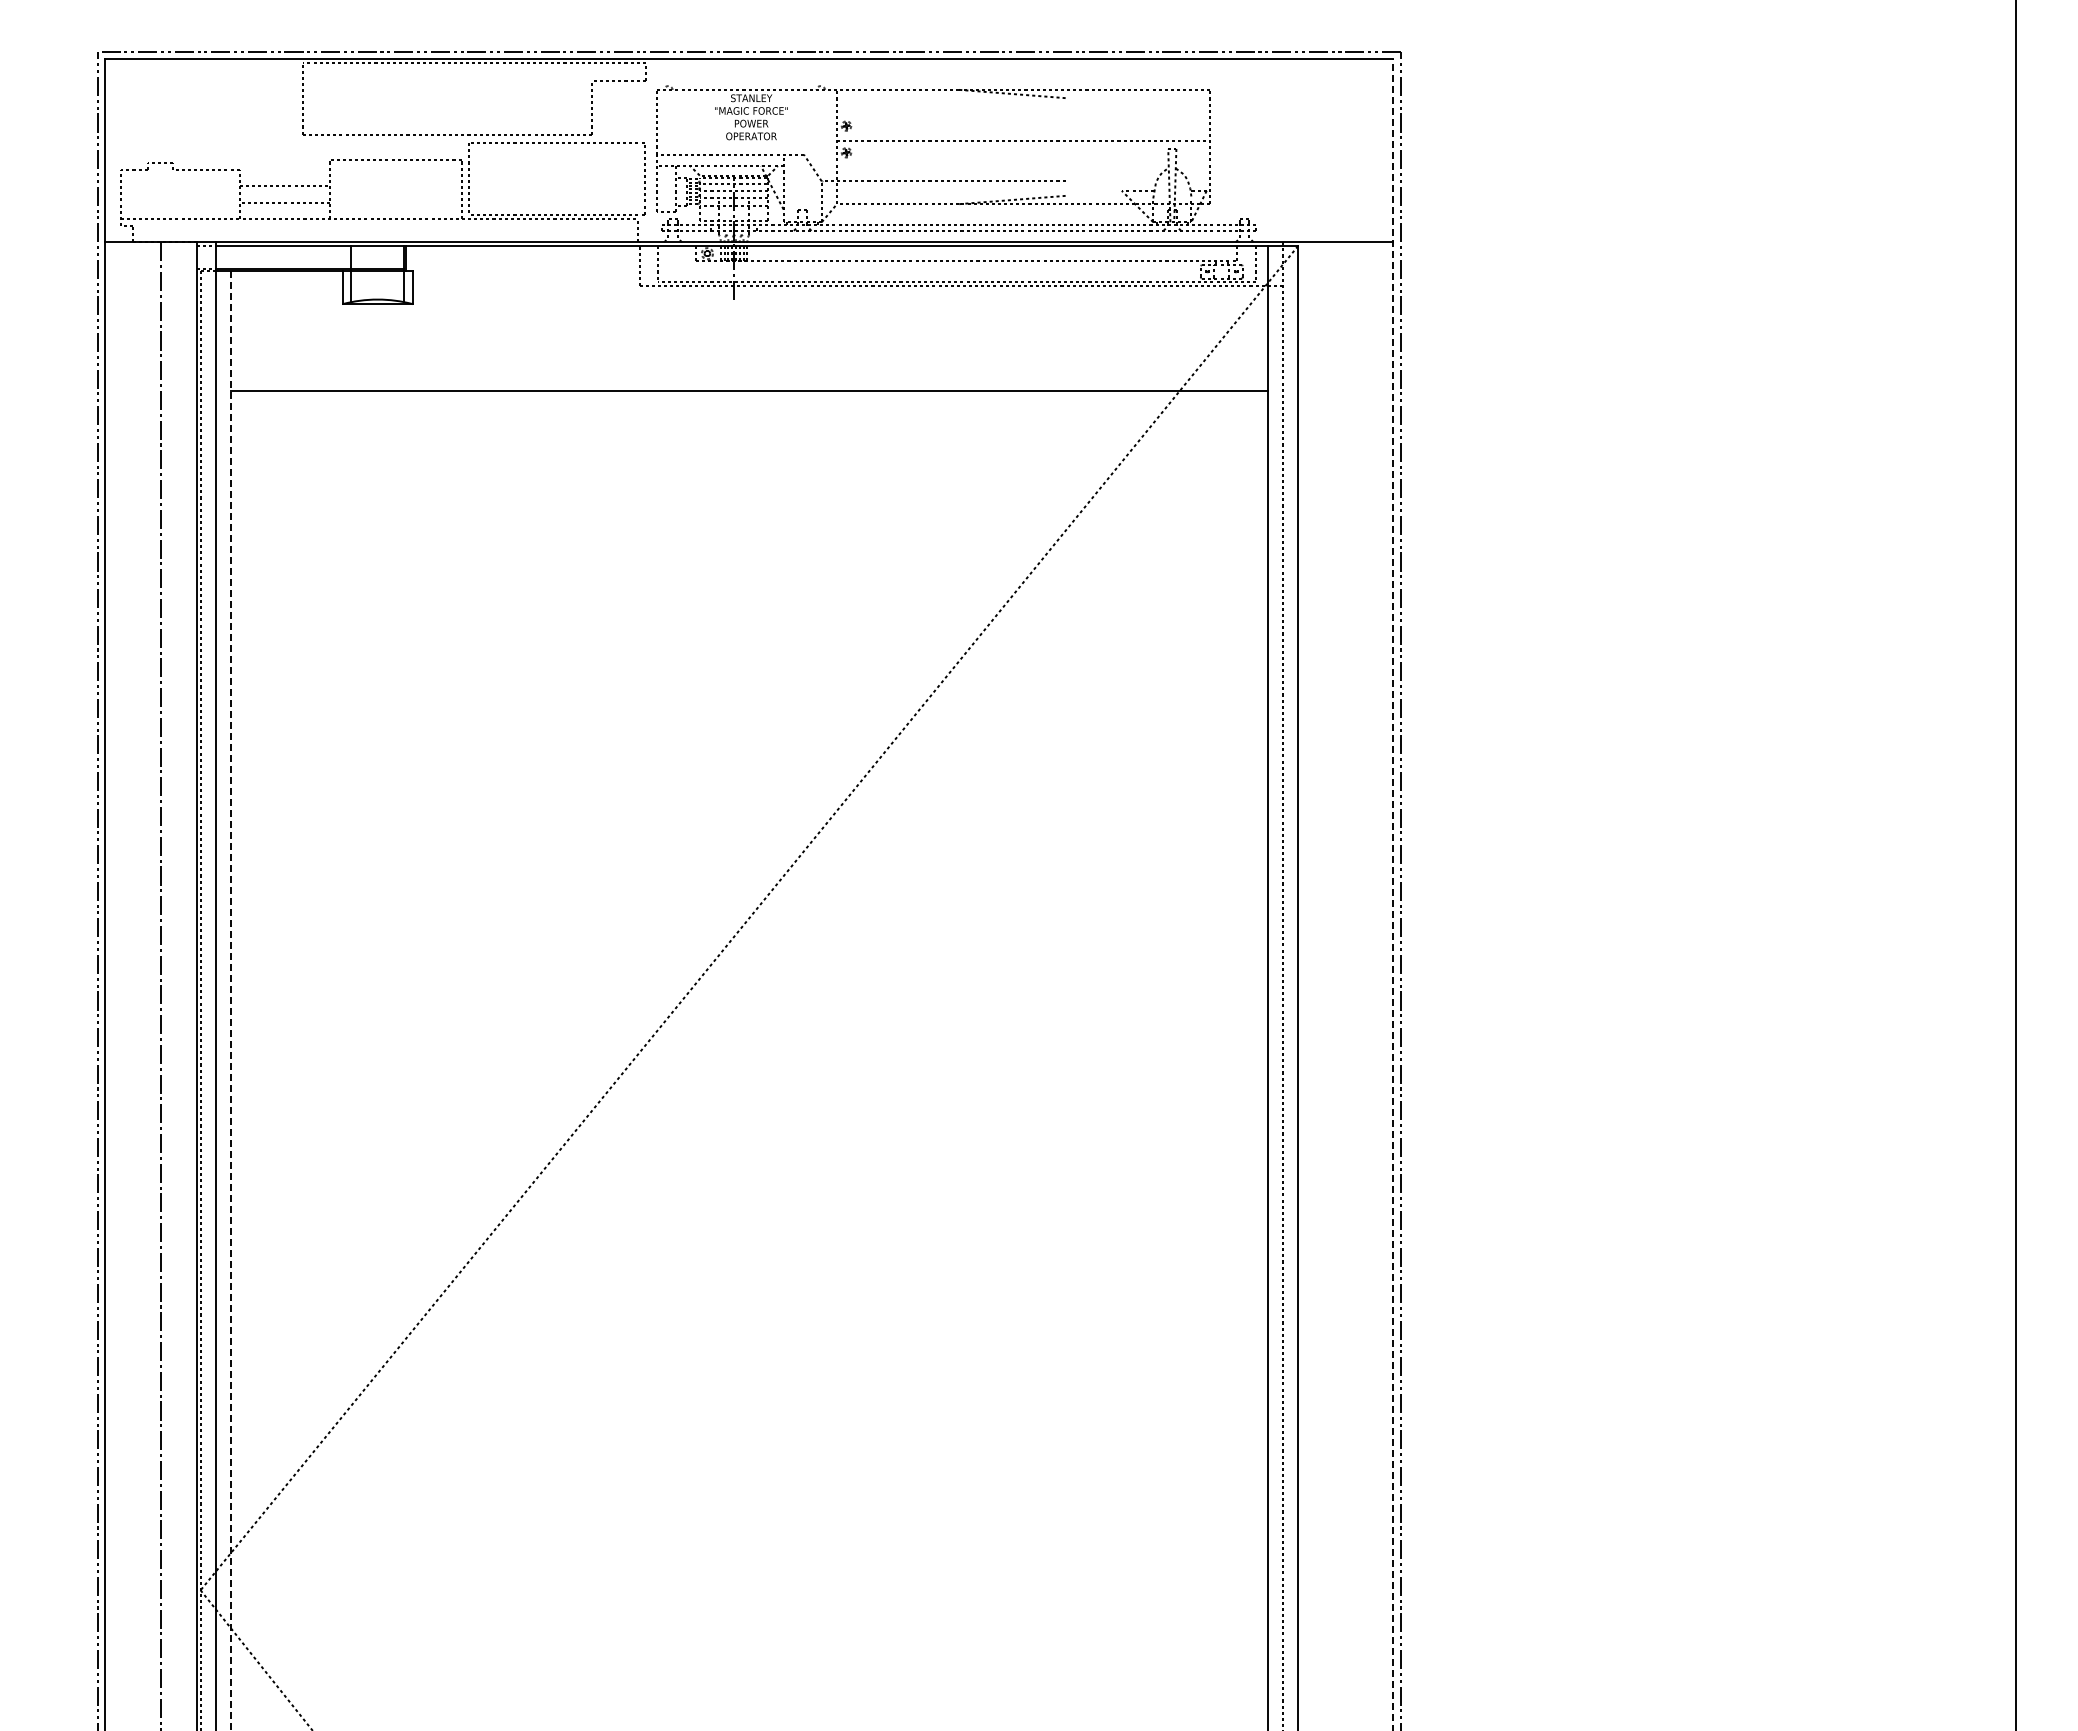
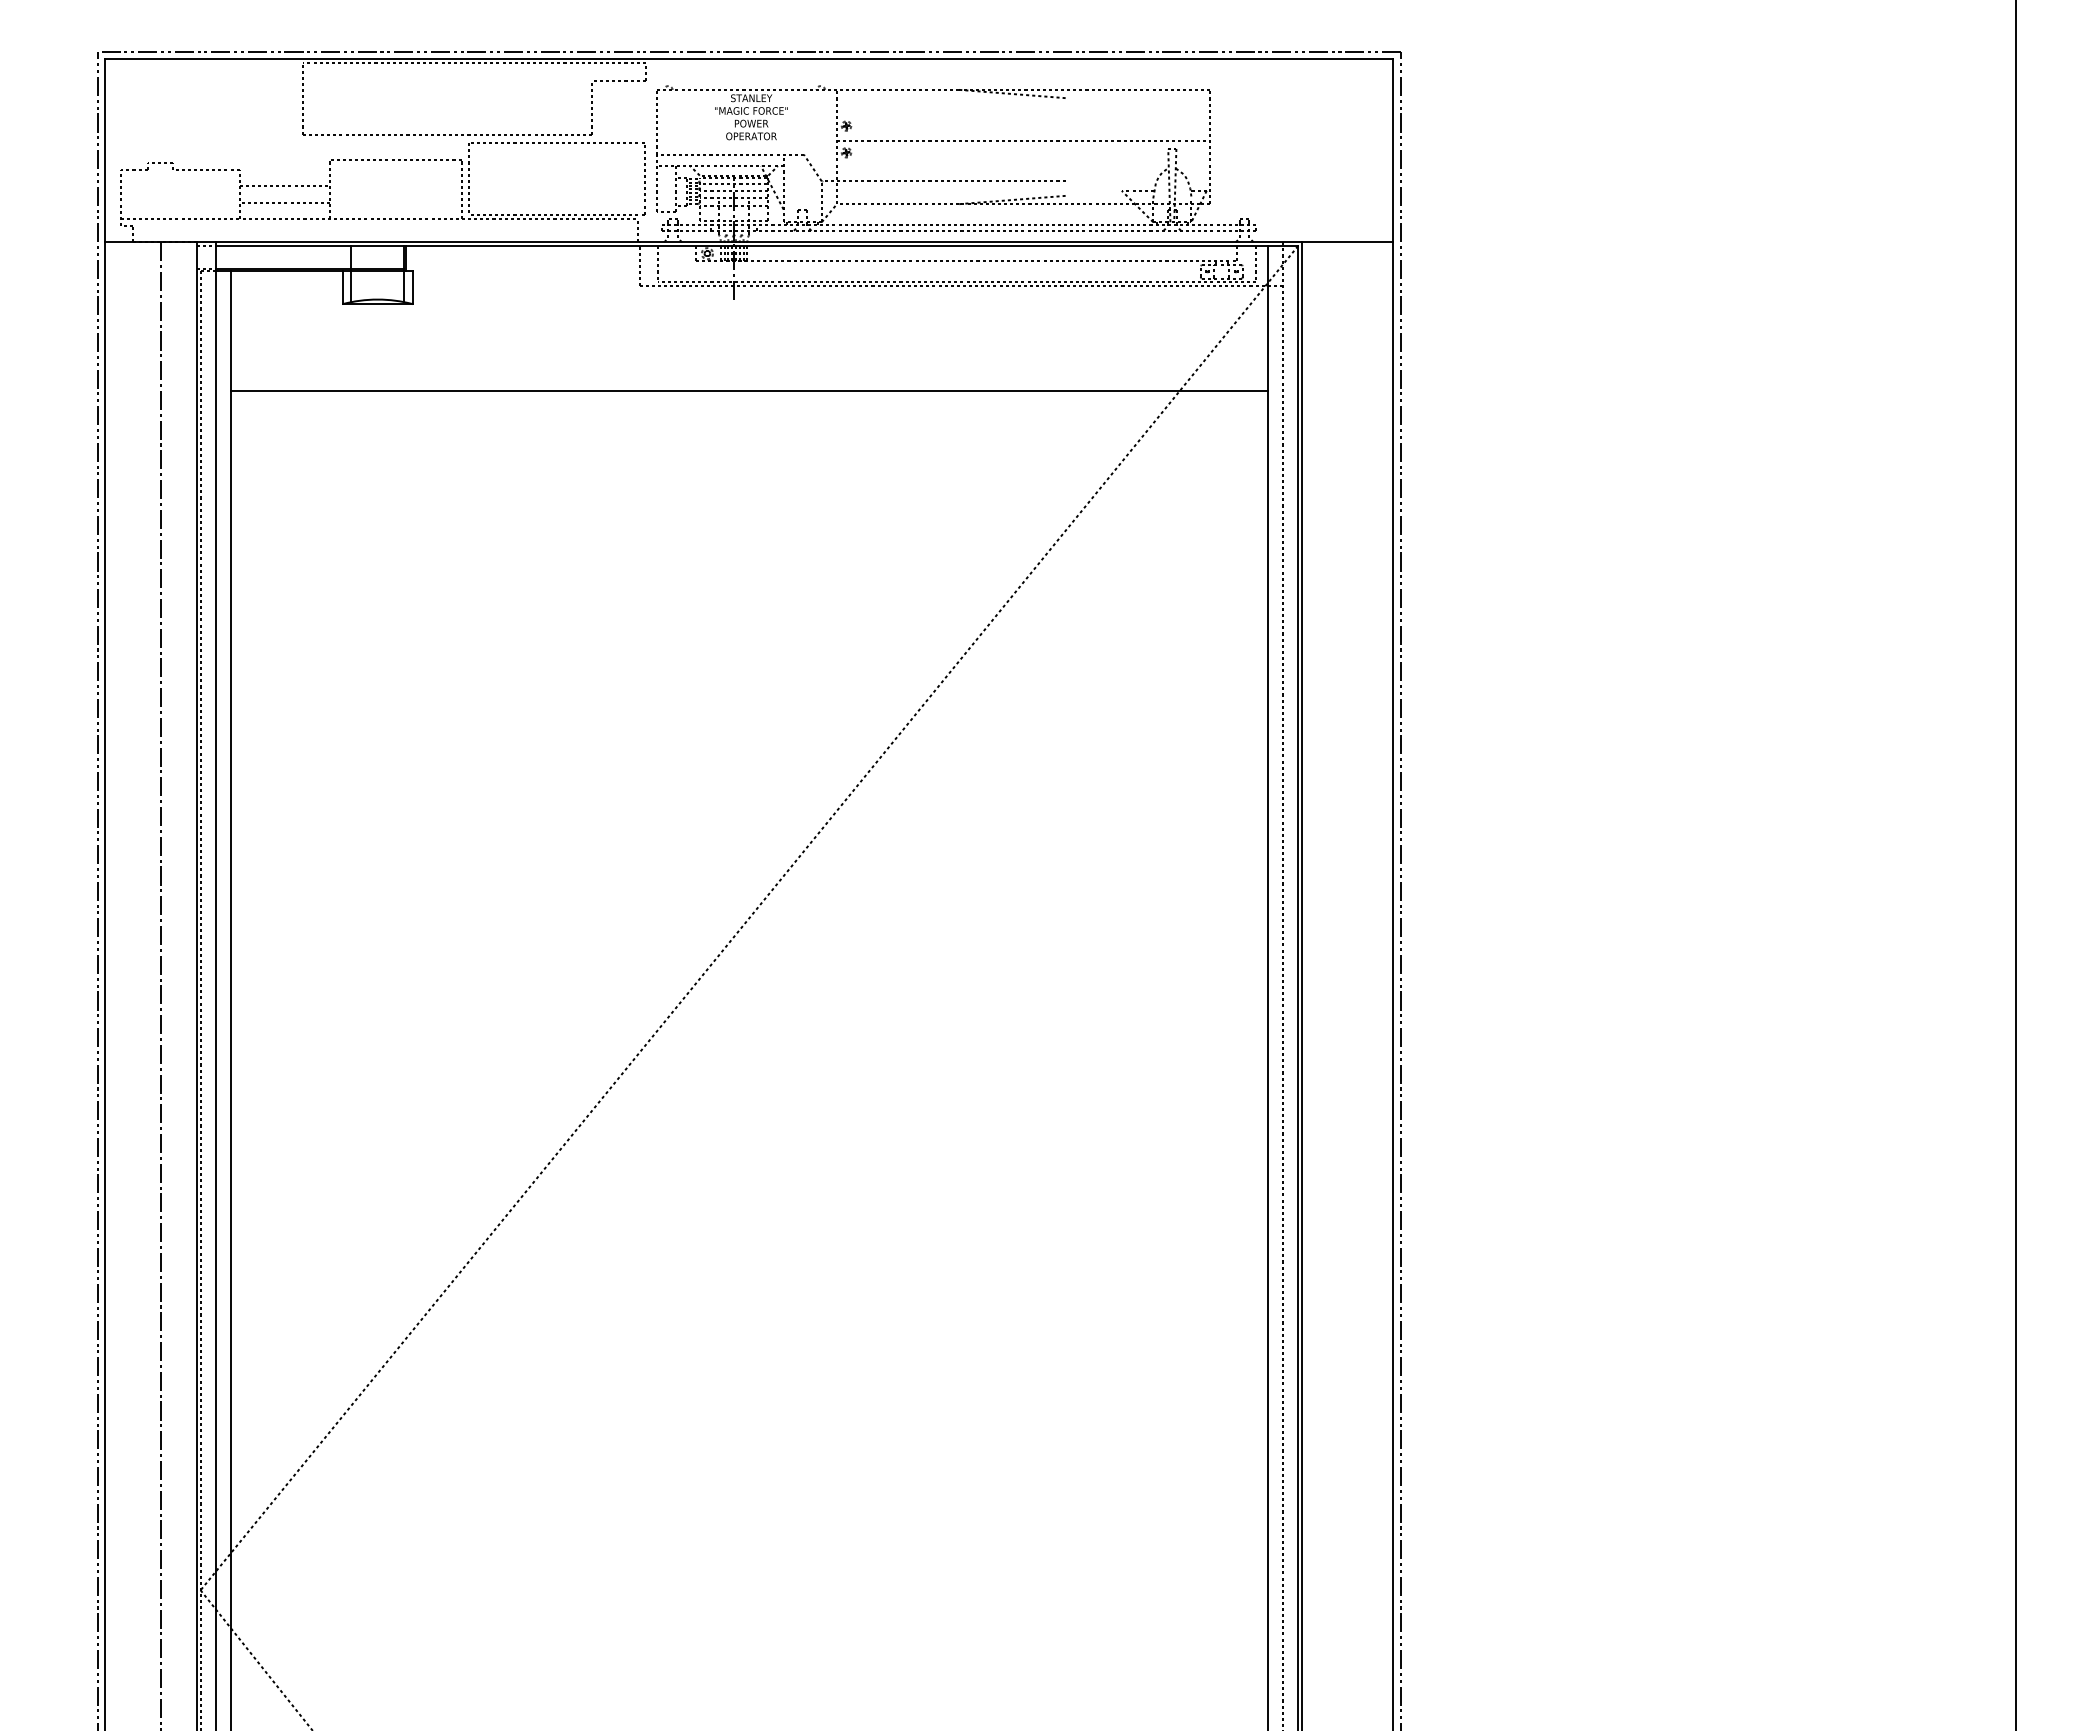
line at (1393, 894): dashed -> solid
line at (1301, 984): none -> present
line at (231, 1000): dashed -> solid
